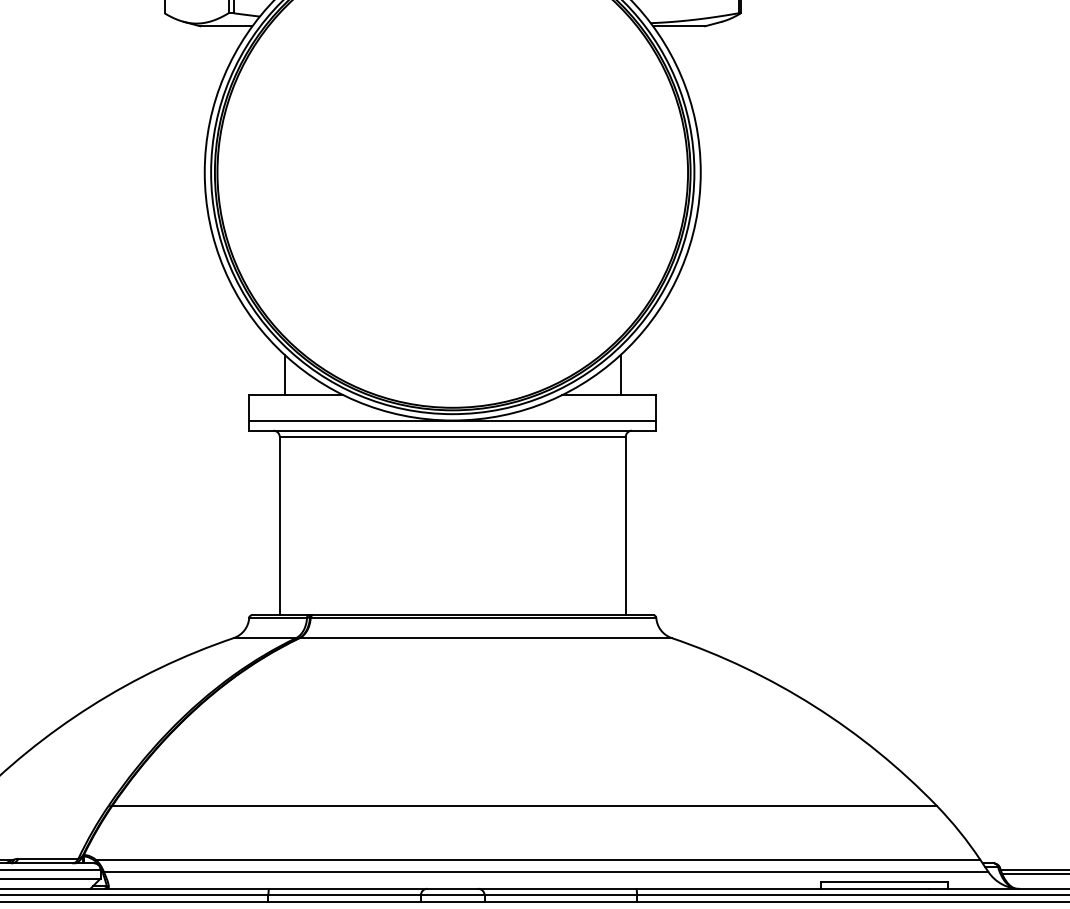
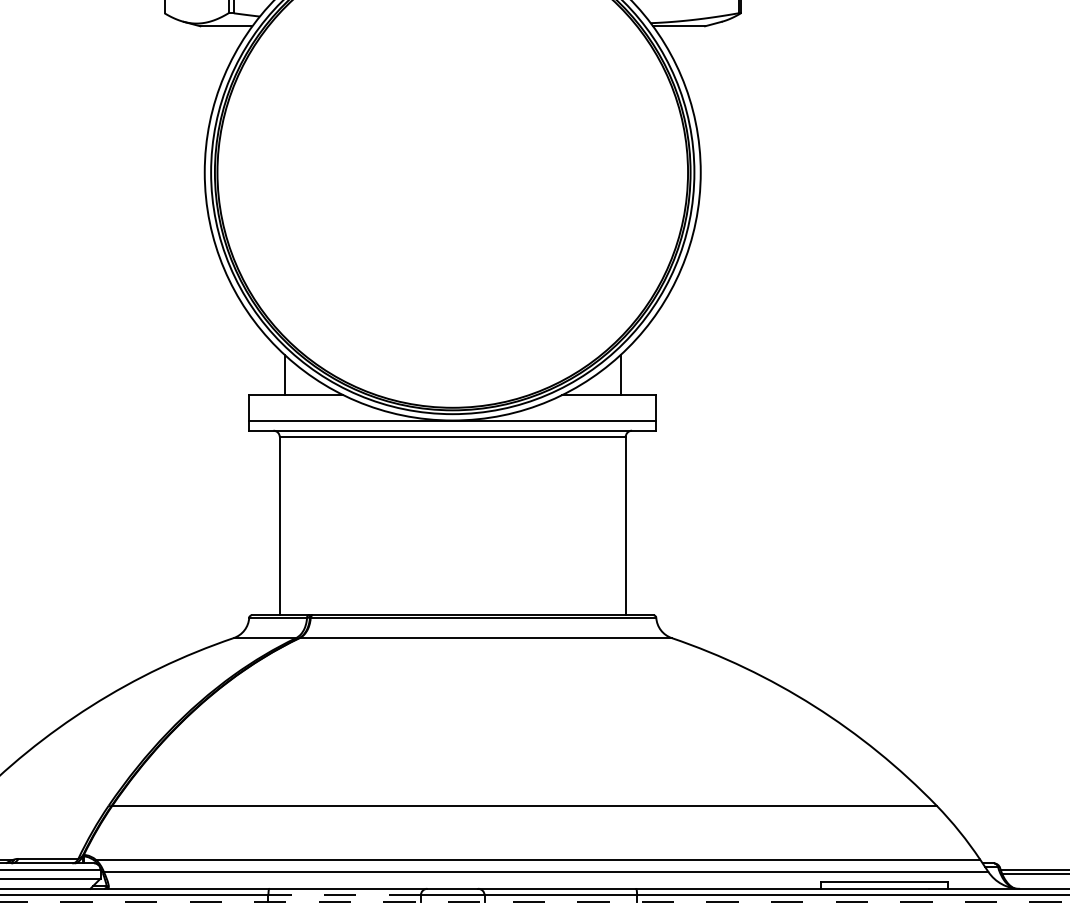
line at (344, 895): solid -> dashed
line at (535, 901): solid -> dashed
